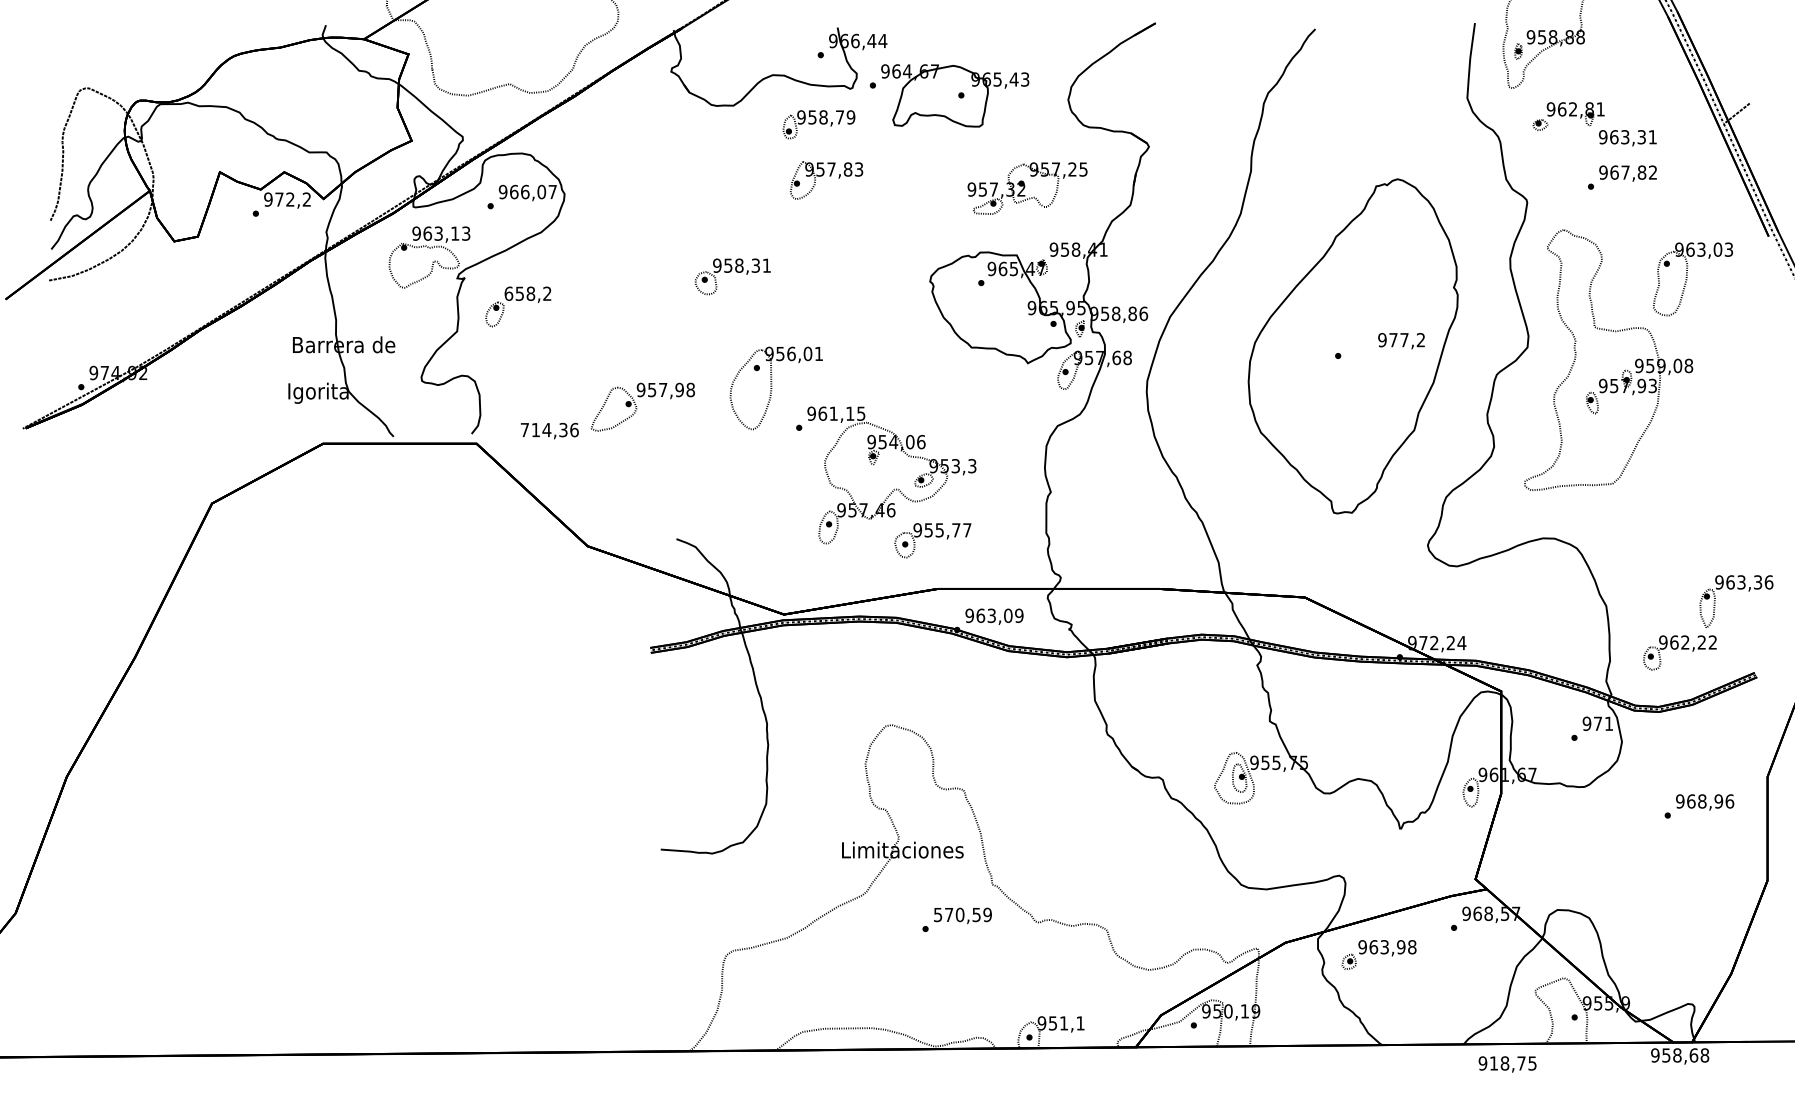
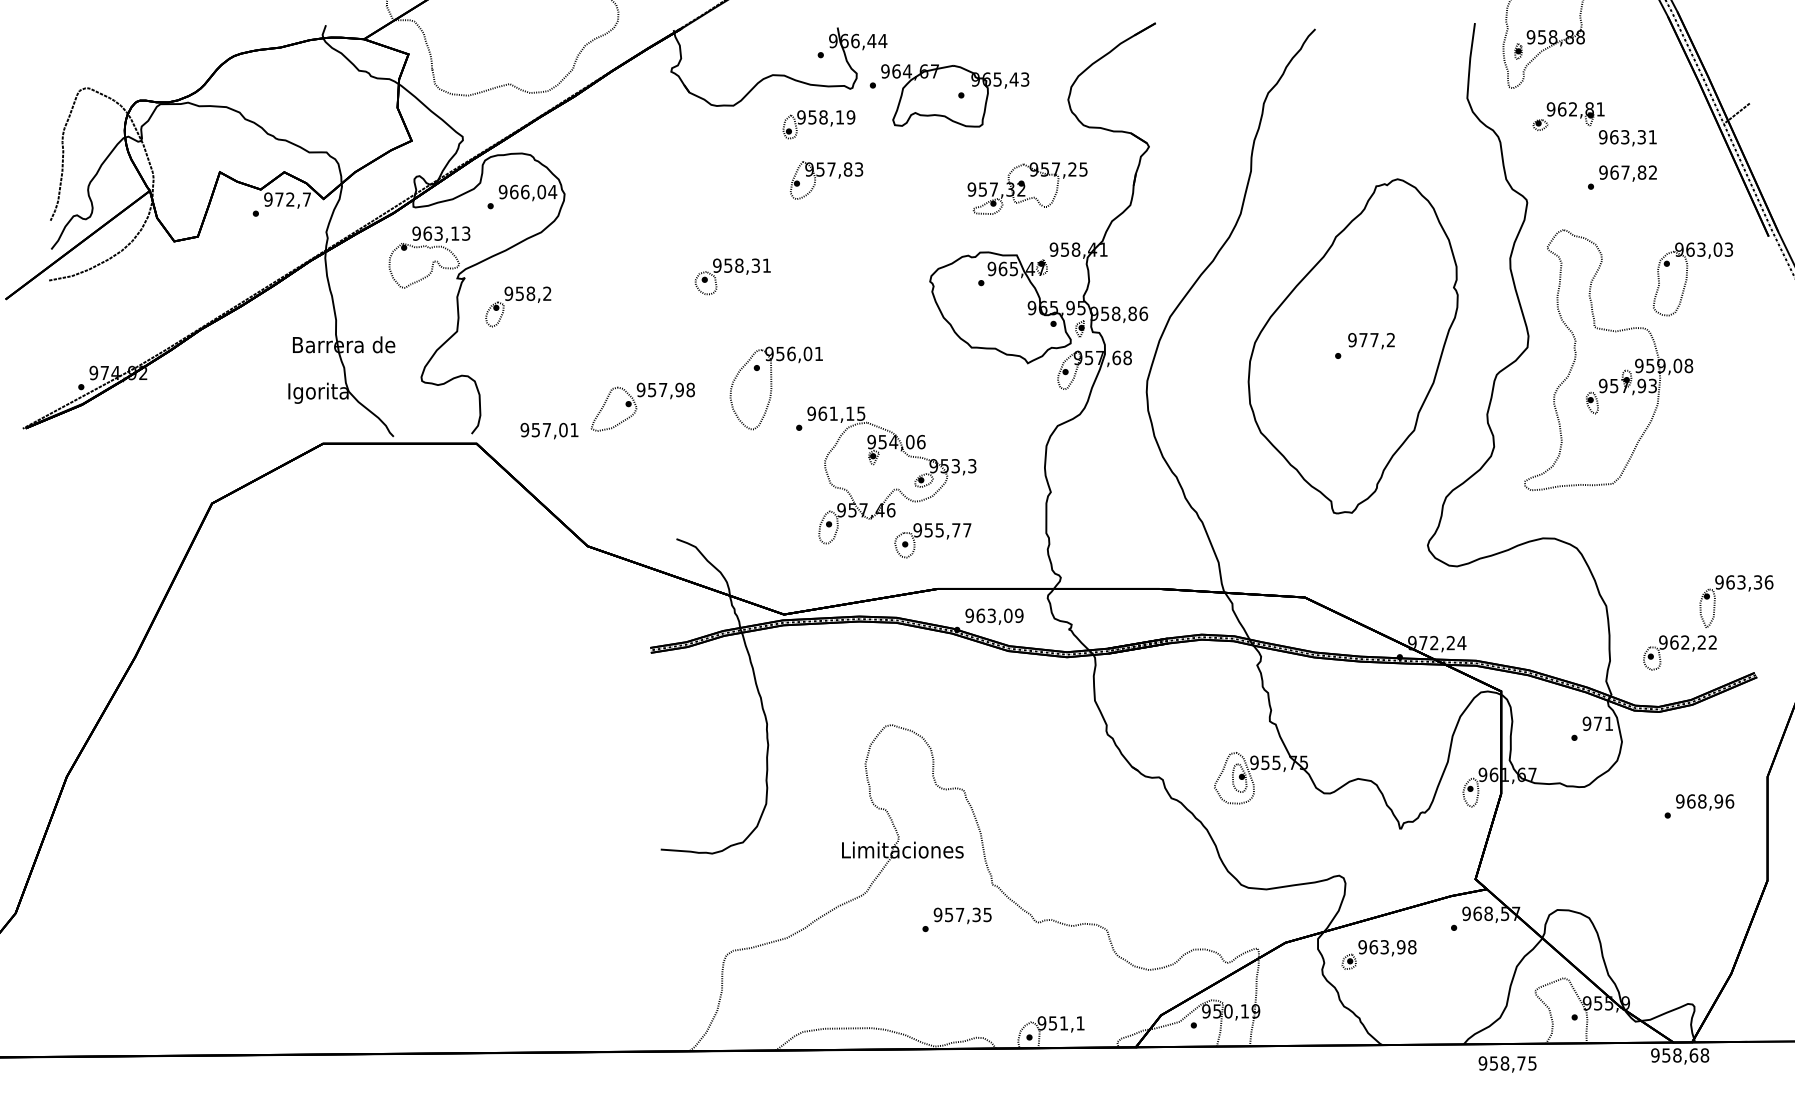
text at (839, 117): 958,79 -> 958,19
text at (552, 192): 966,07 -> 966,04
text at (306, 199): 972,2 -> 972,7
text at (508, 293): 658,2 -> 958,2
text at (1401, 341) position: (1401, 341) -> (1371, 341)
text at (549, 429): 714,36 -> 957,01
text at (962, 914): 570,59 -> 957,35
text at (1493, 1063): 918,75 -> 958,75
